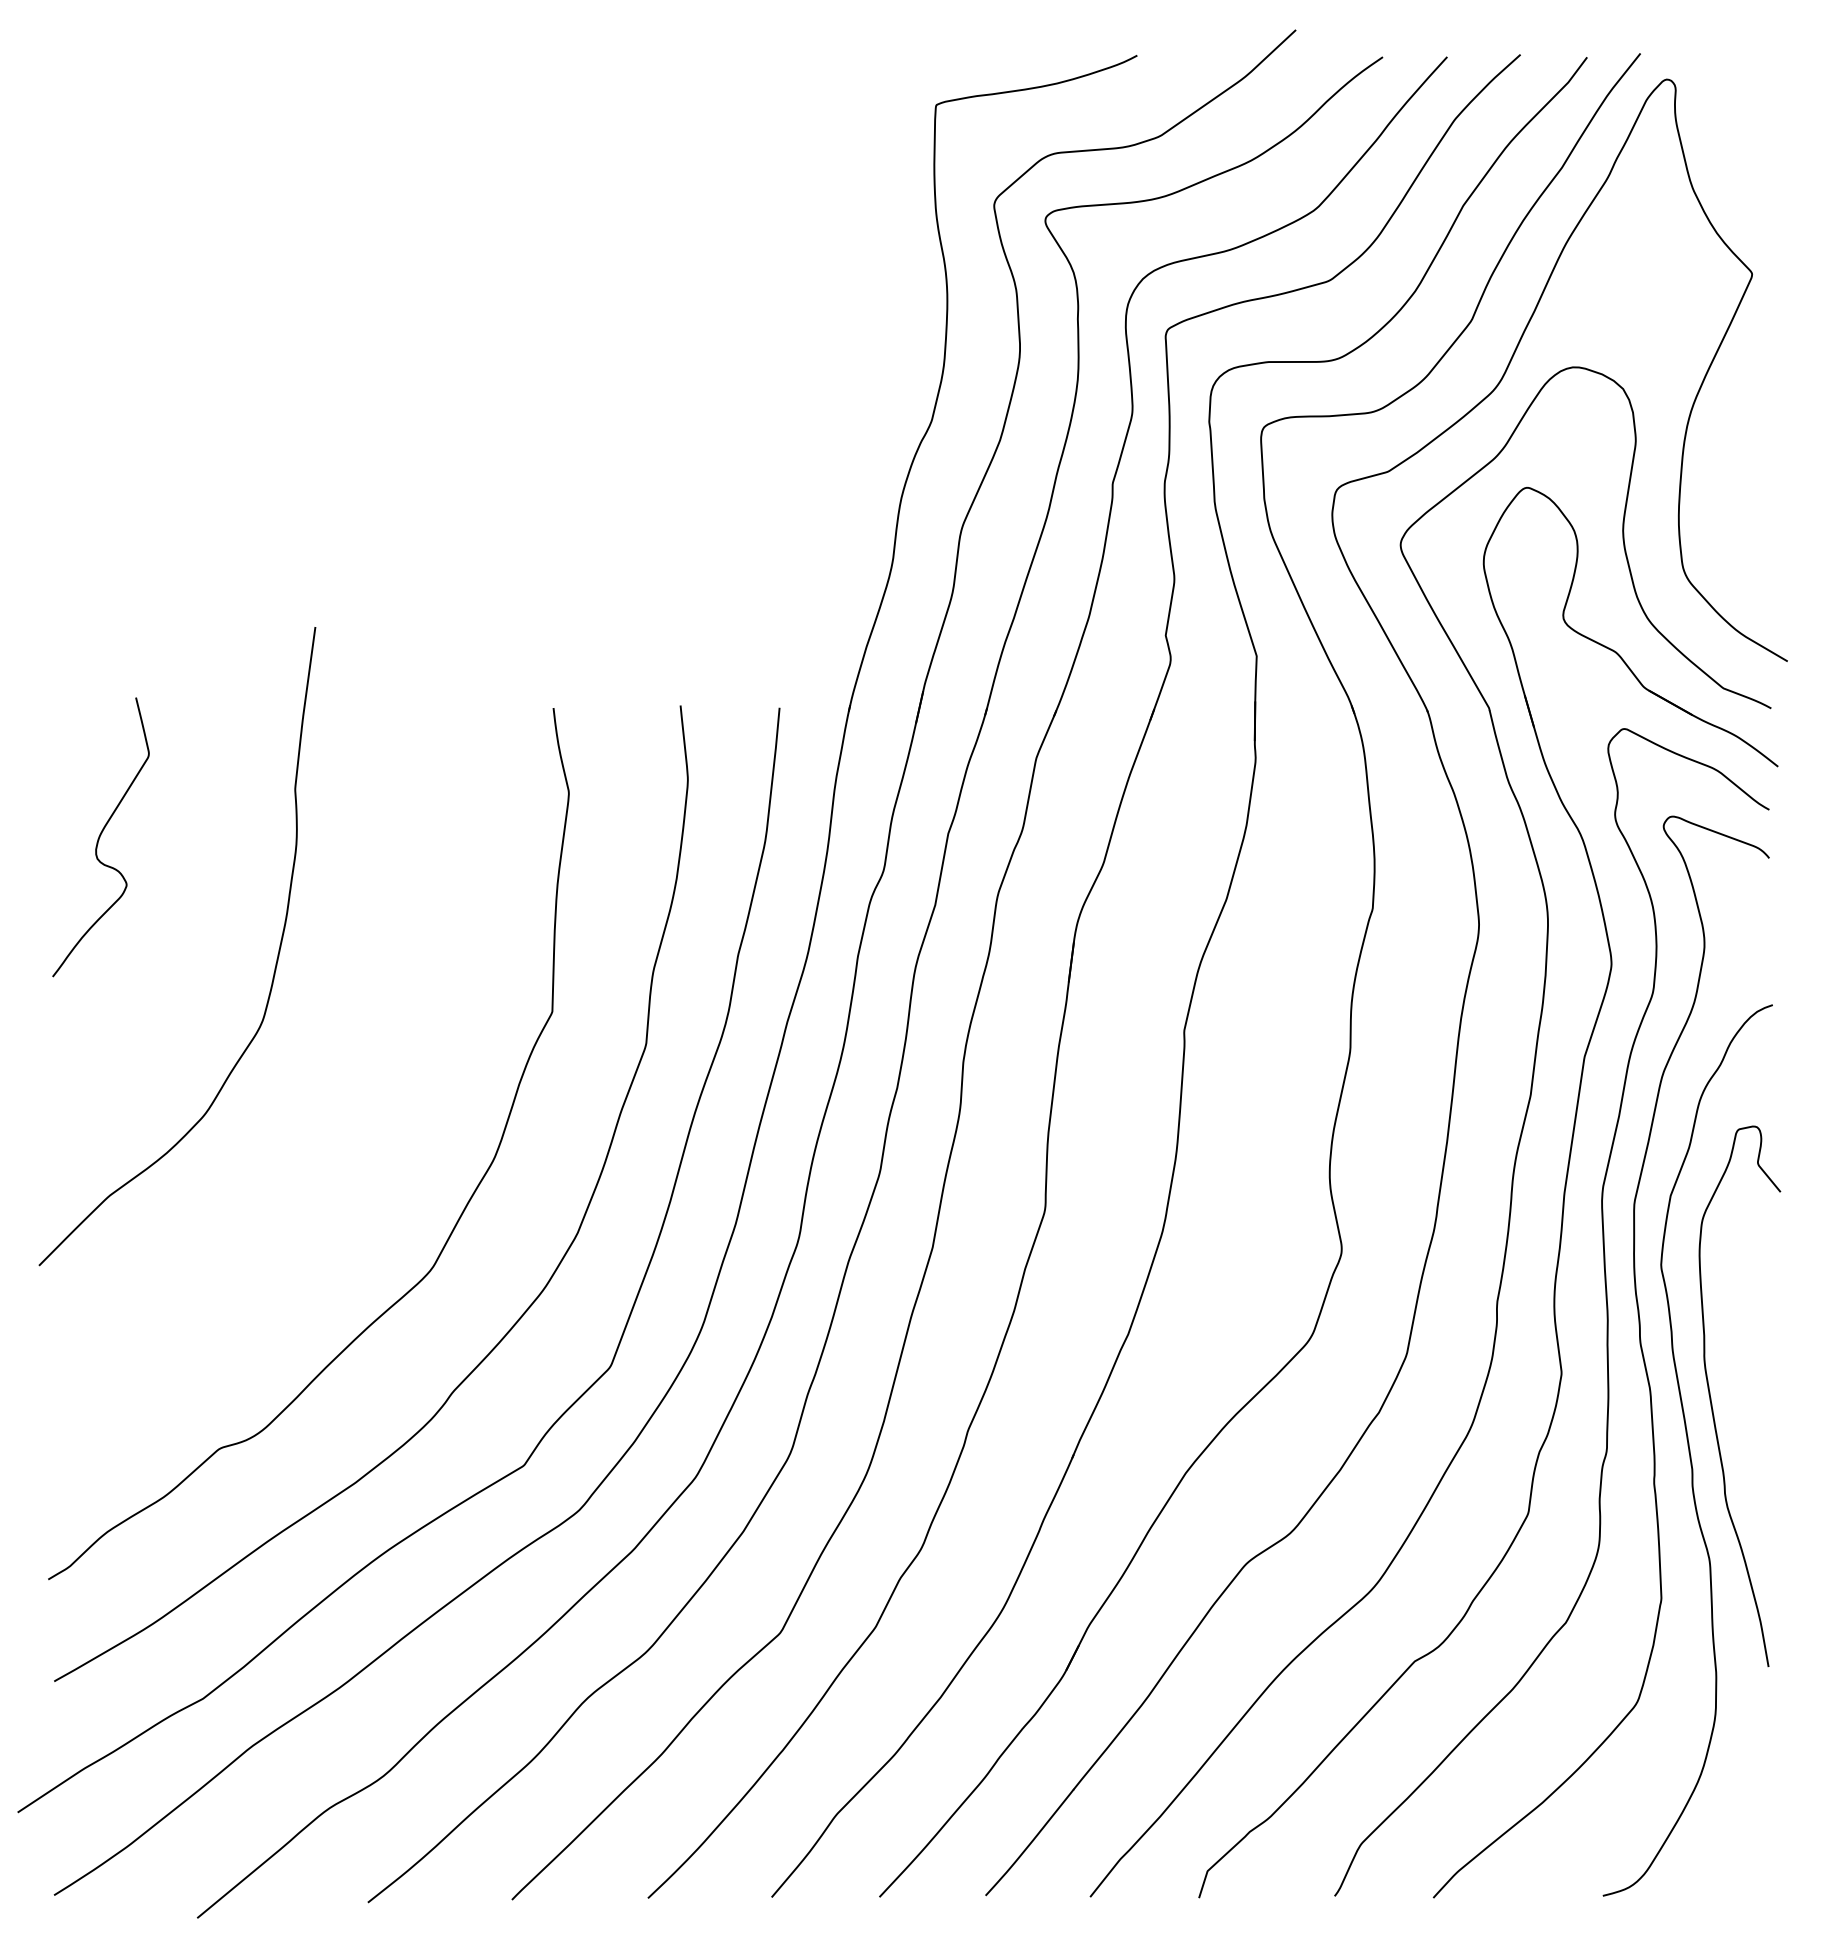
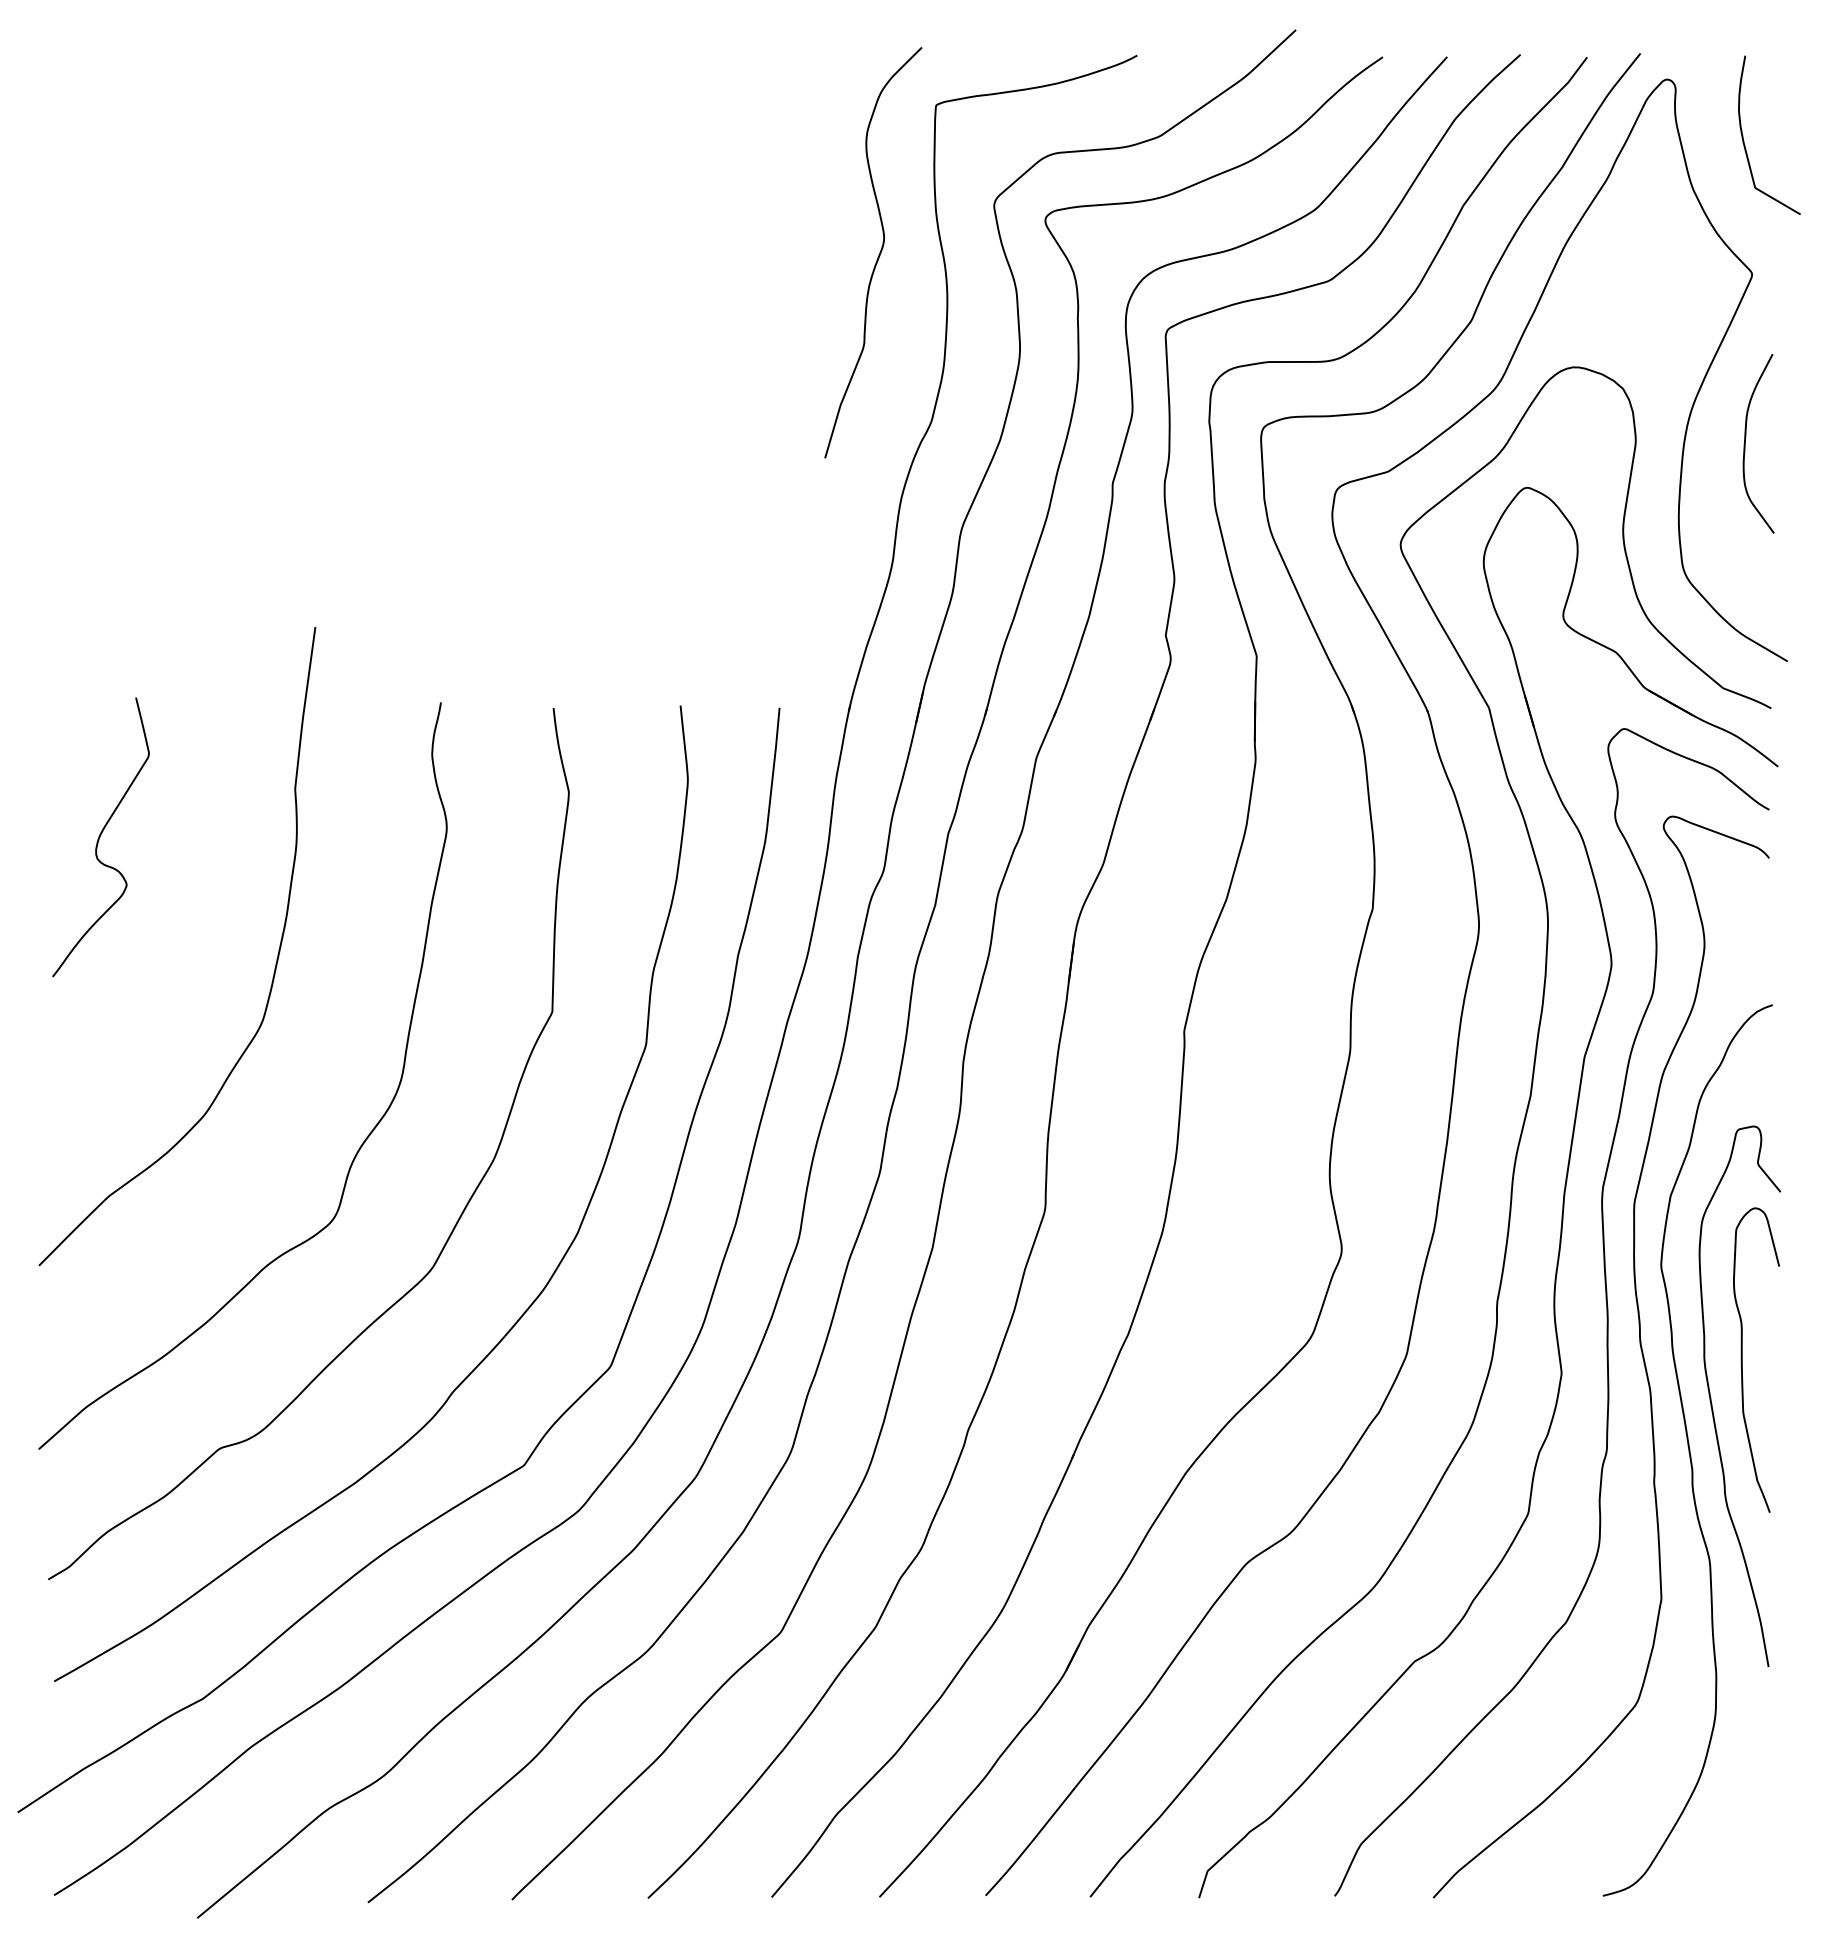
curve at (1744, 140): none -> present
curve at (878, 254): none -> present
curve at (1745, 443): none -> present
curve at (360, 1145): none -> present
curve at (1742, 1359): none -> present
